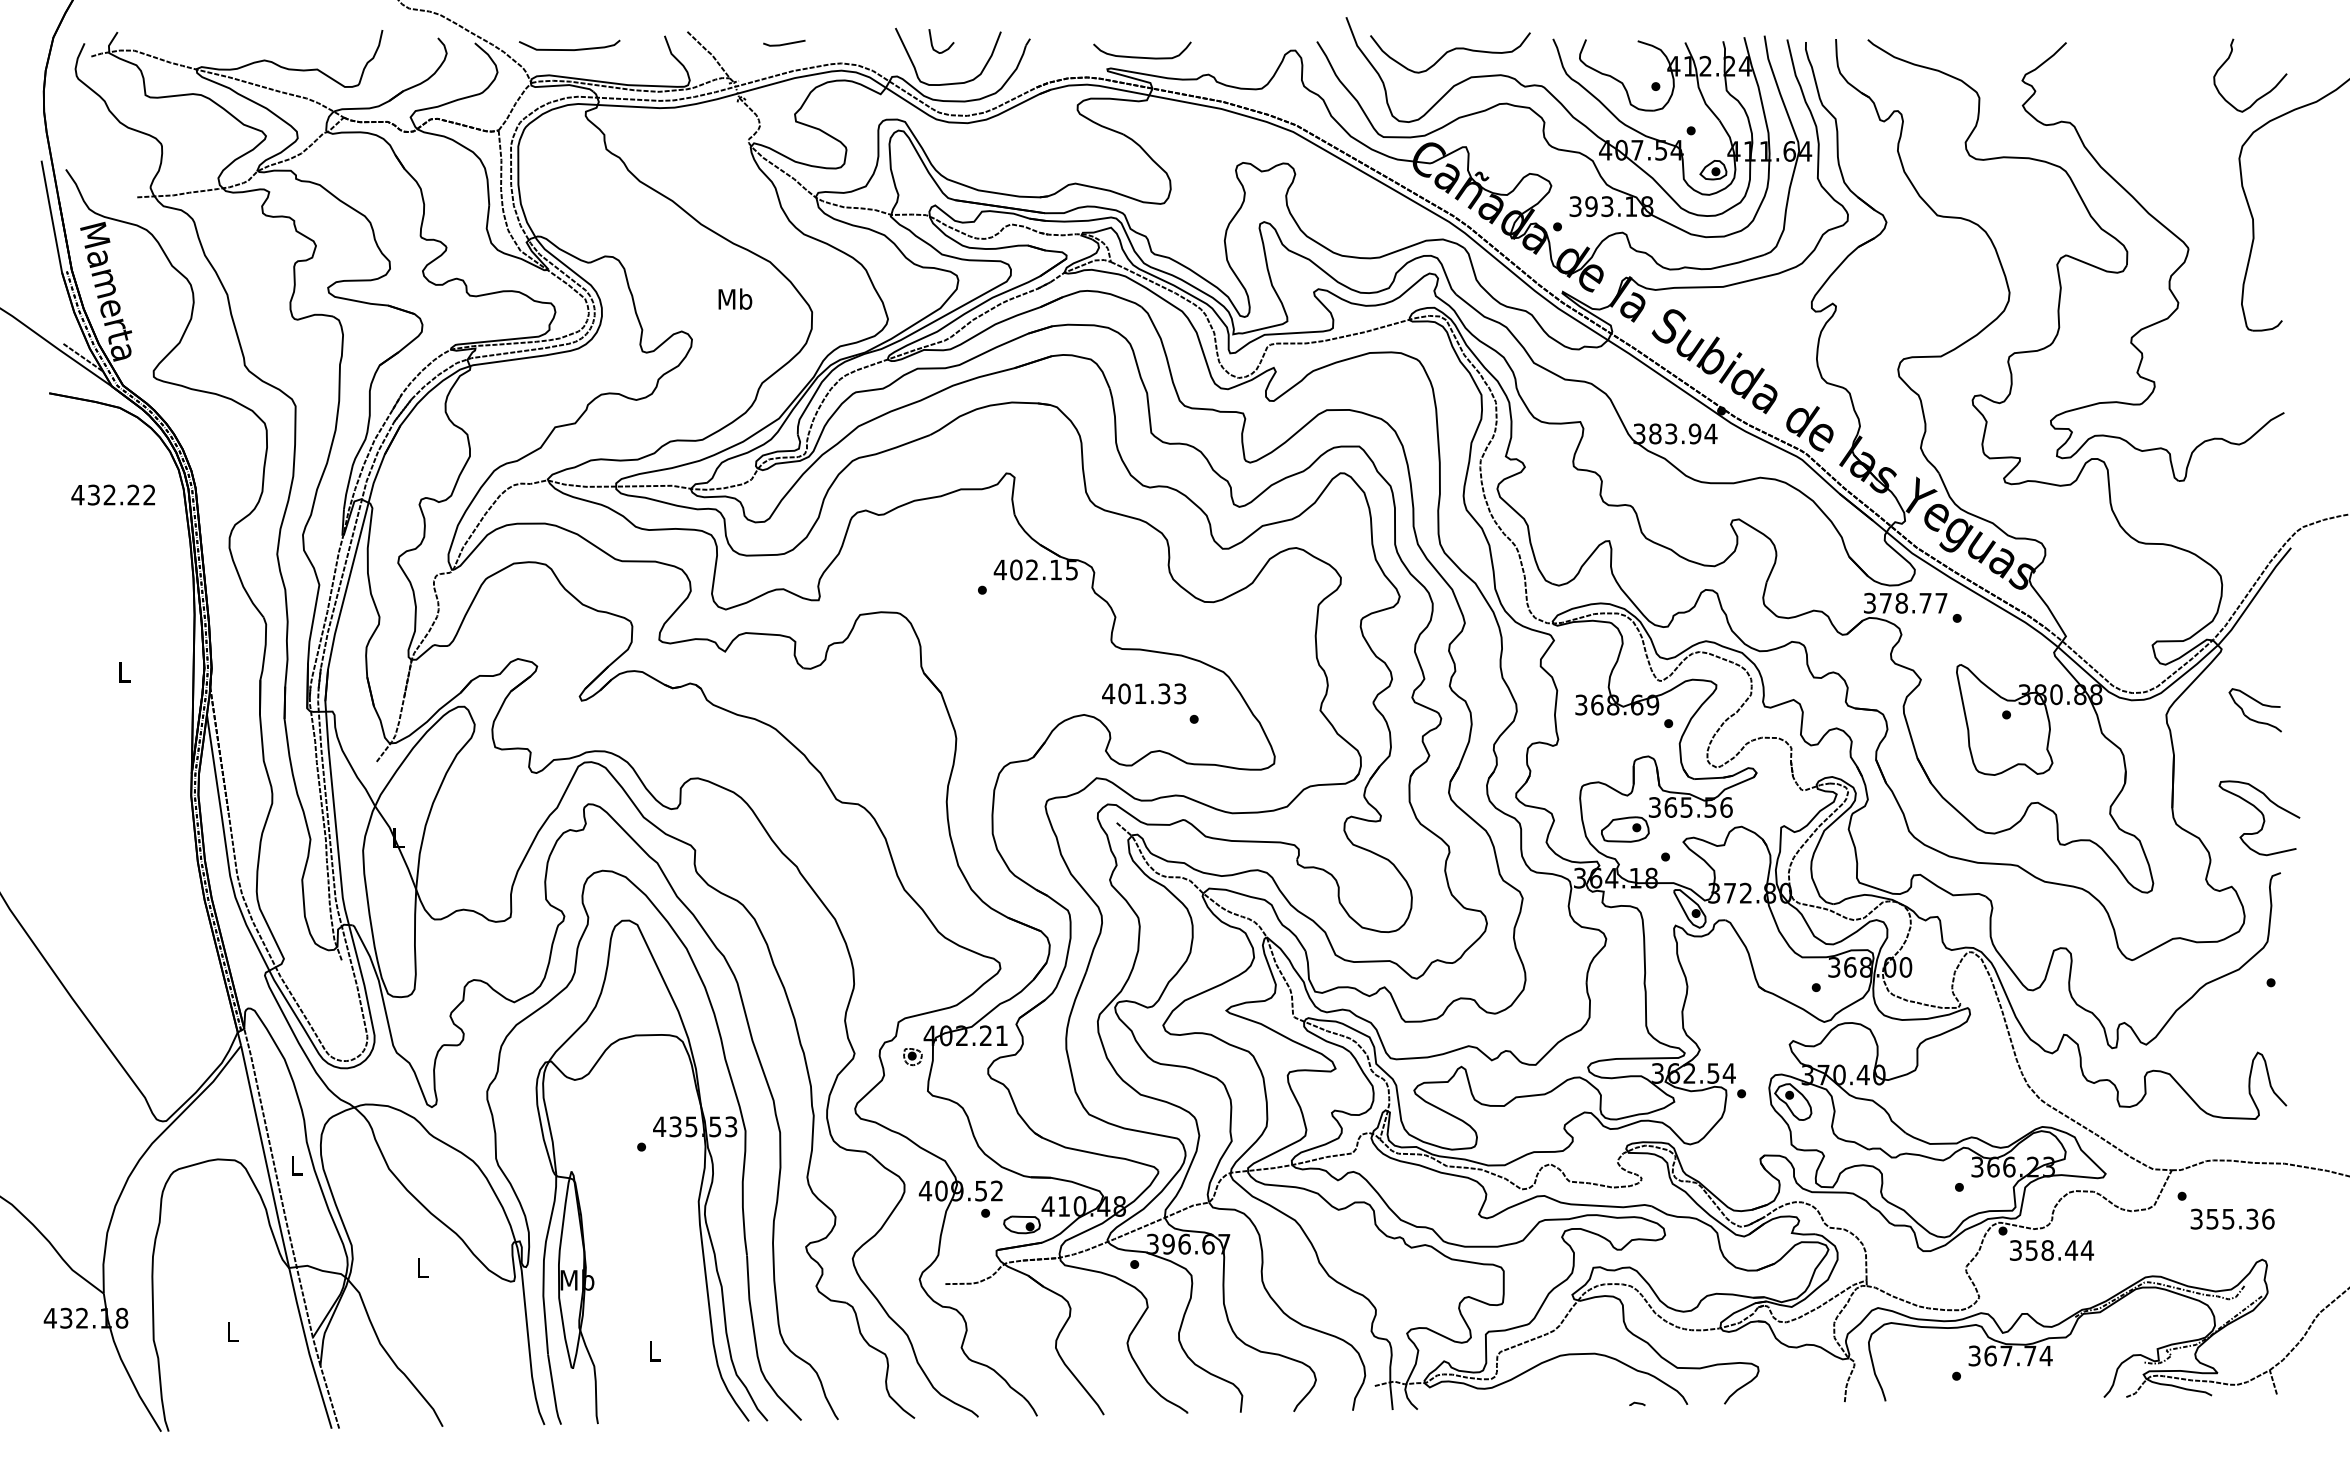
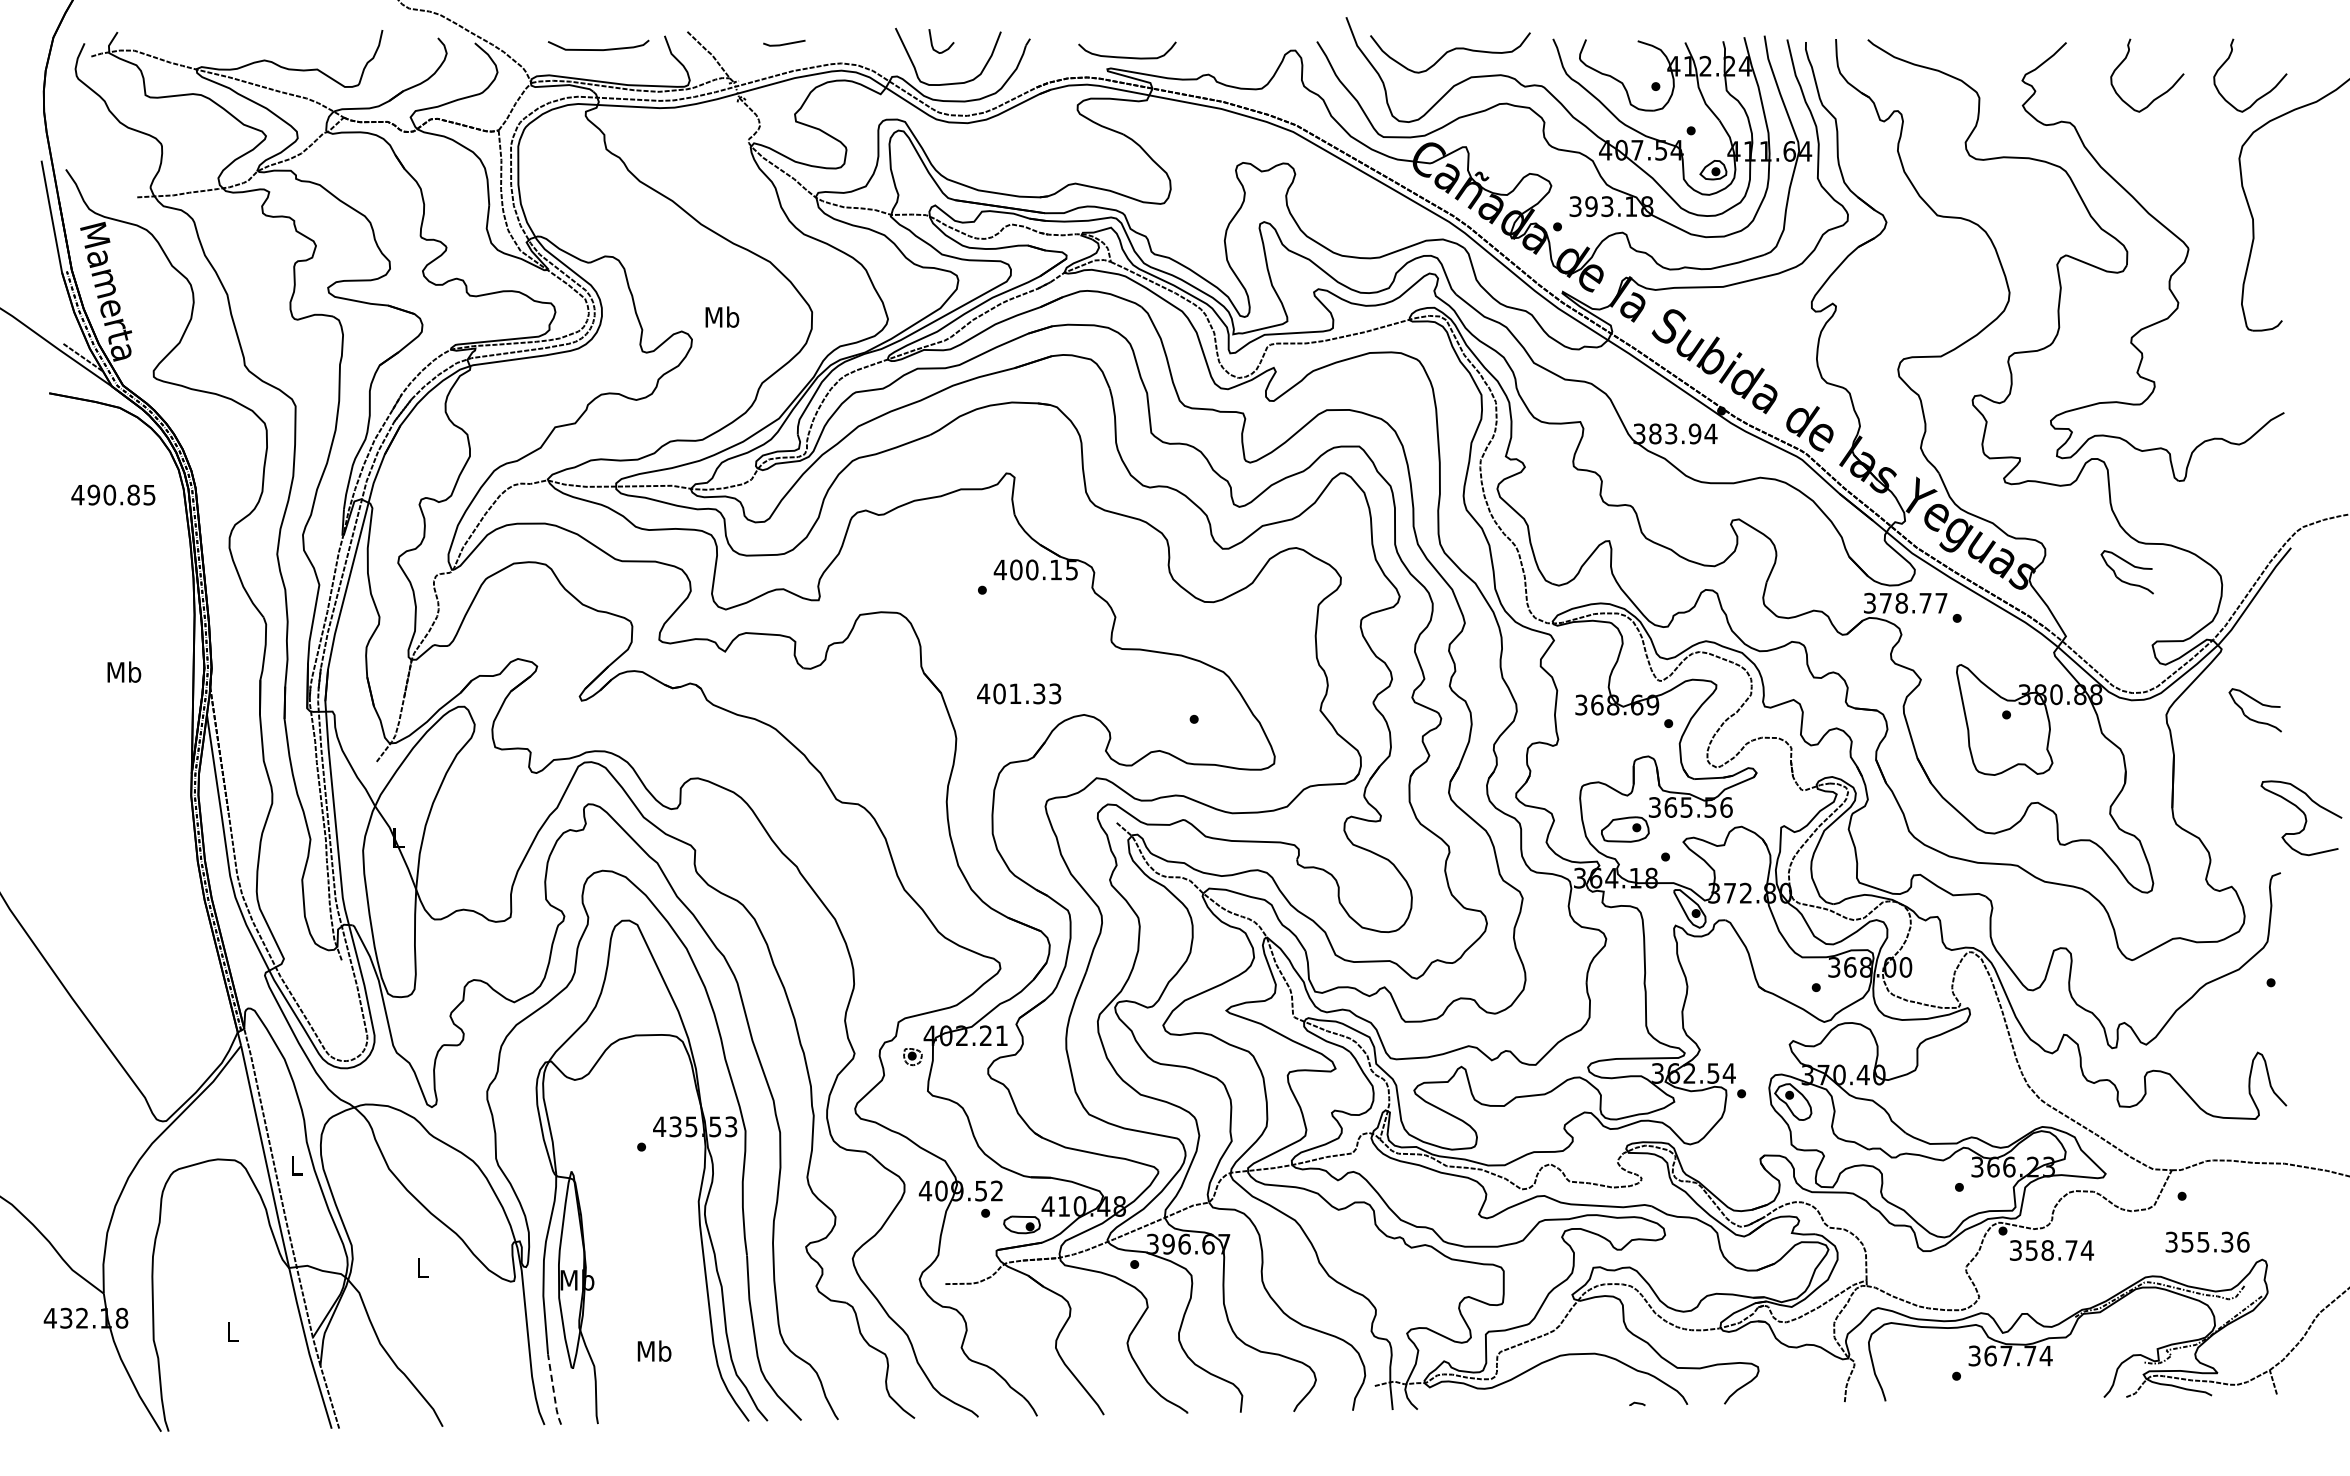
curve at (569, 49) position: (569, 49) -> (598, 49)
curve at (1141, 56) position: (1141, 56) -> (1126, 56)
curve at (2160, 94): none -> present
text at (735, 298) position: (735, 298) -> (722, 316)
text at (121, 494): 432.22 -> 490.85
part at (2130, 565): none -> present
text at (1032, 569): 402.15 -> 400.15
text at (124, 671): L -> Mb
text at (1144, 693) position: (1144, 693) -> (1019, 693)
curve at (2262, 817) position: (2262, 817) -> (2304, 817)
text at (2232, 1218) position: (2232, 1218) -> (2207, 1241)
text at (2071, 1250): 358.44 -> 358.74
text at (654, 1350): L -> Mb
line at (553, 1391): solid -> dashed
